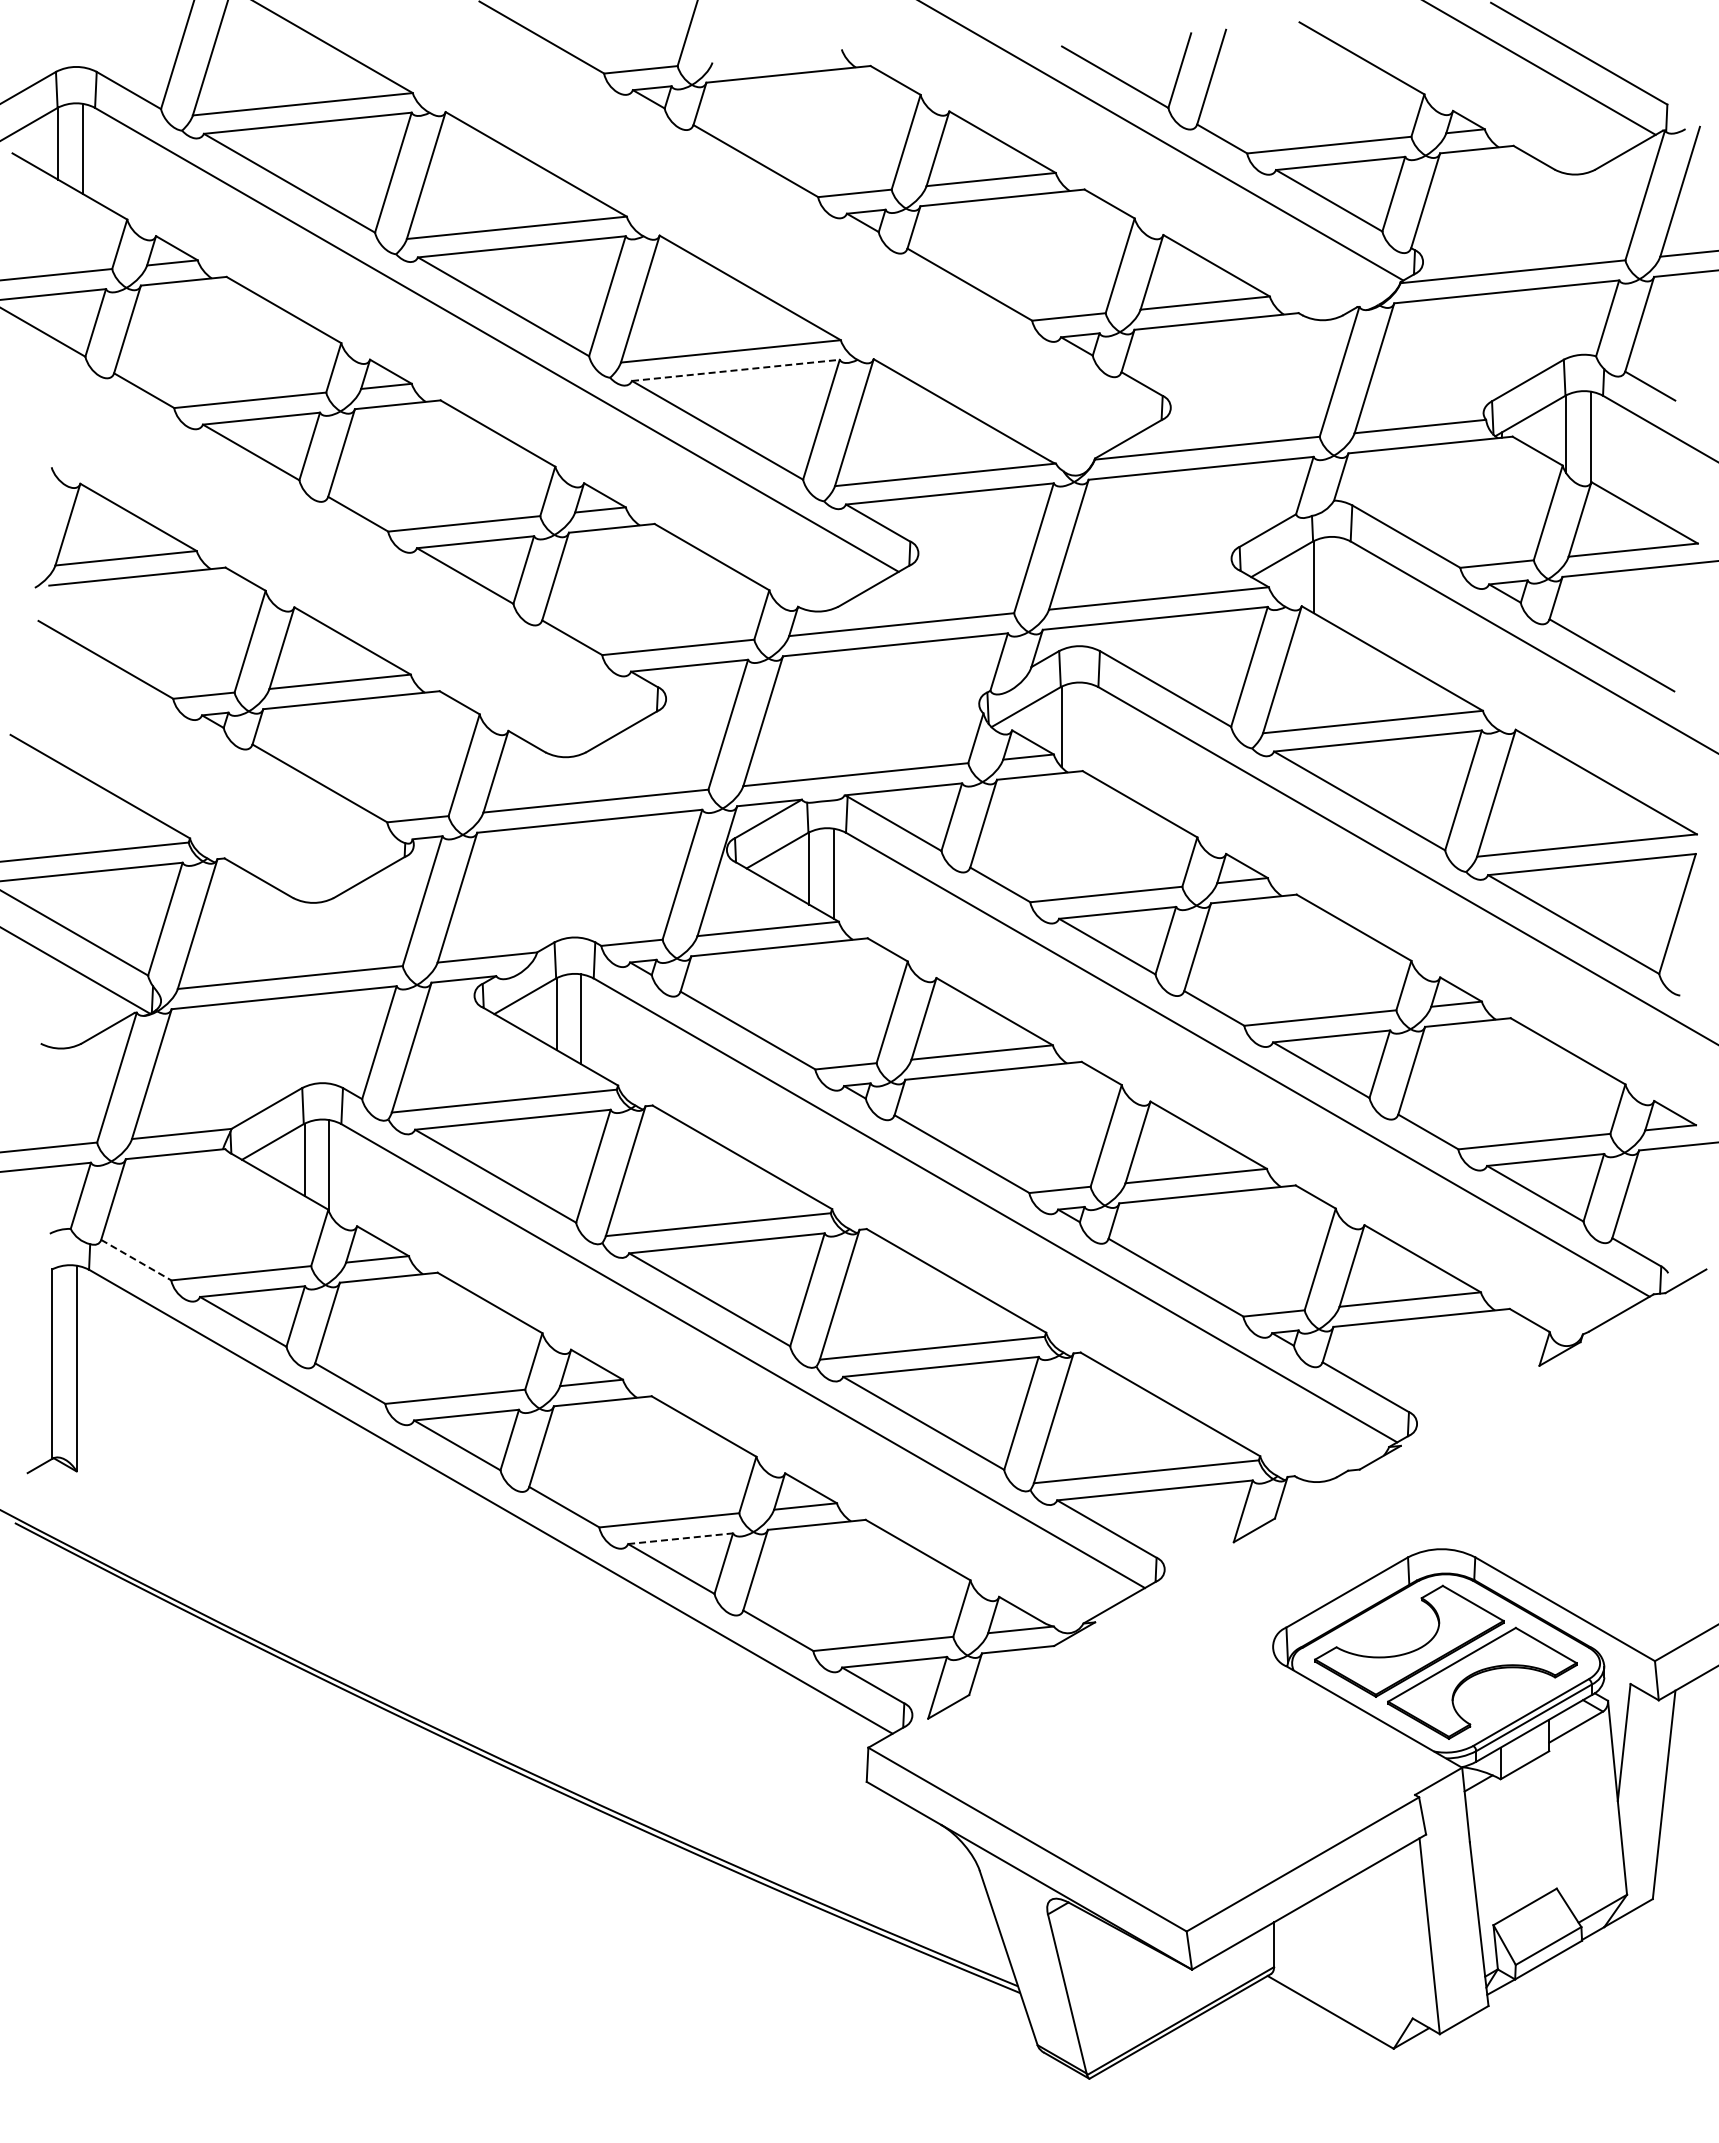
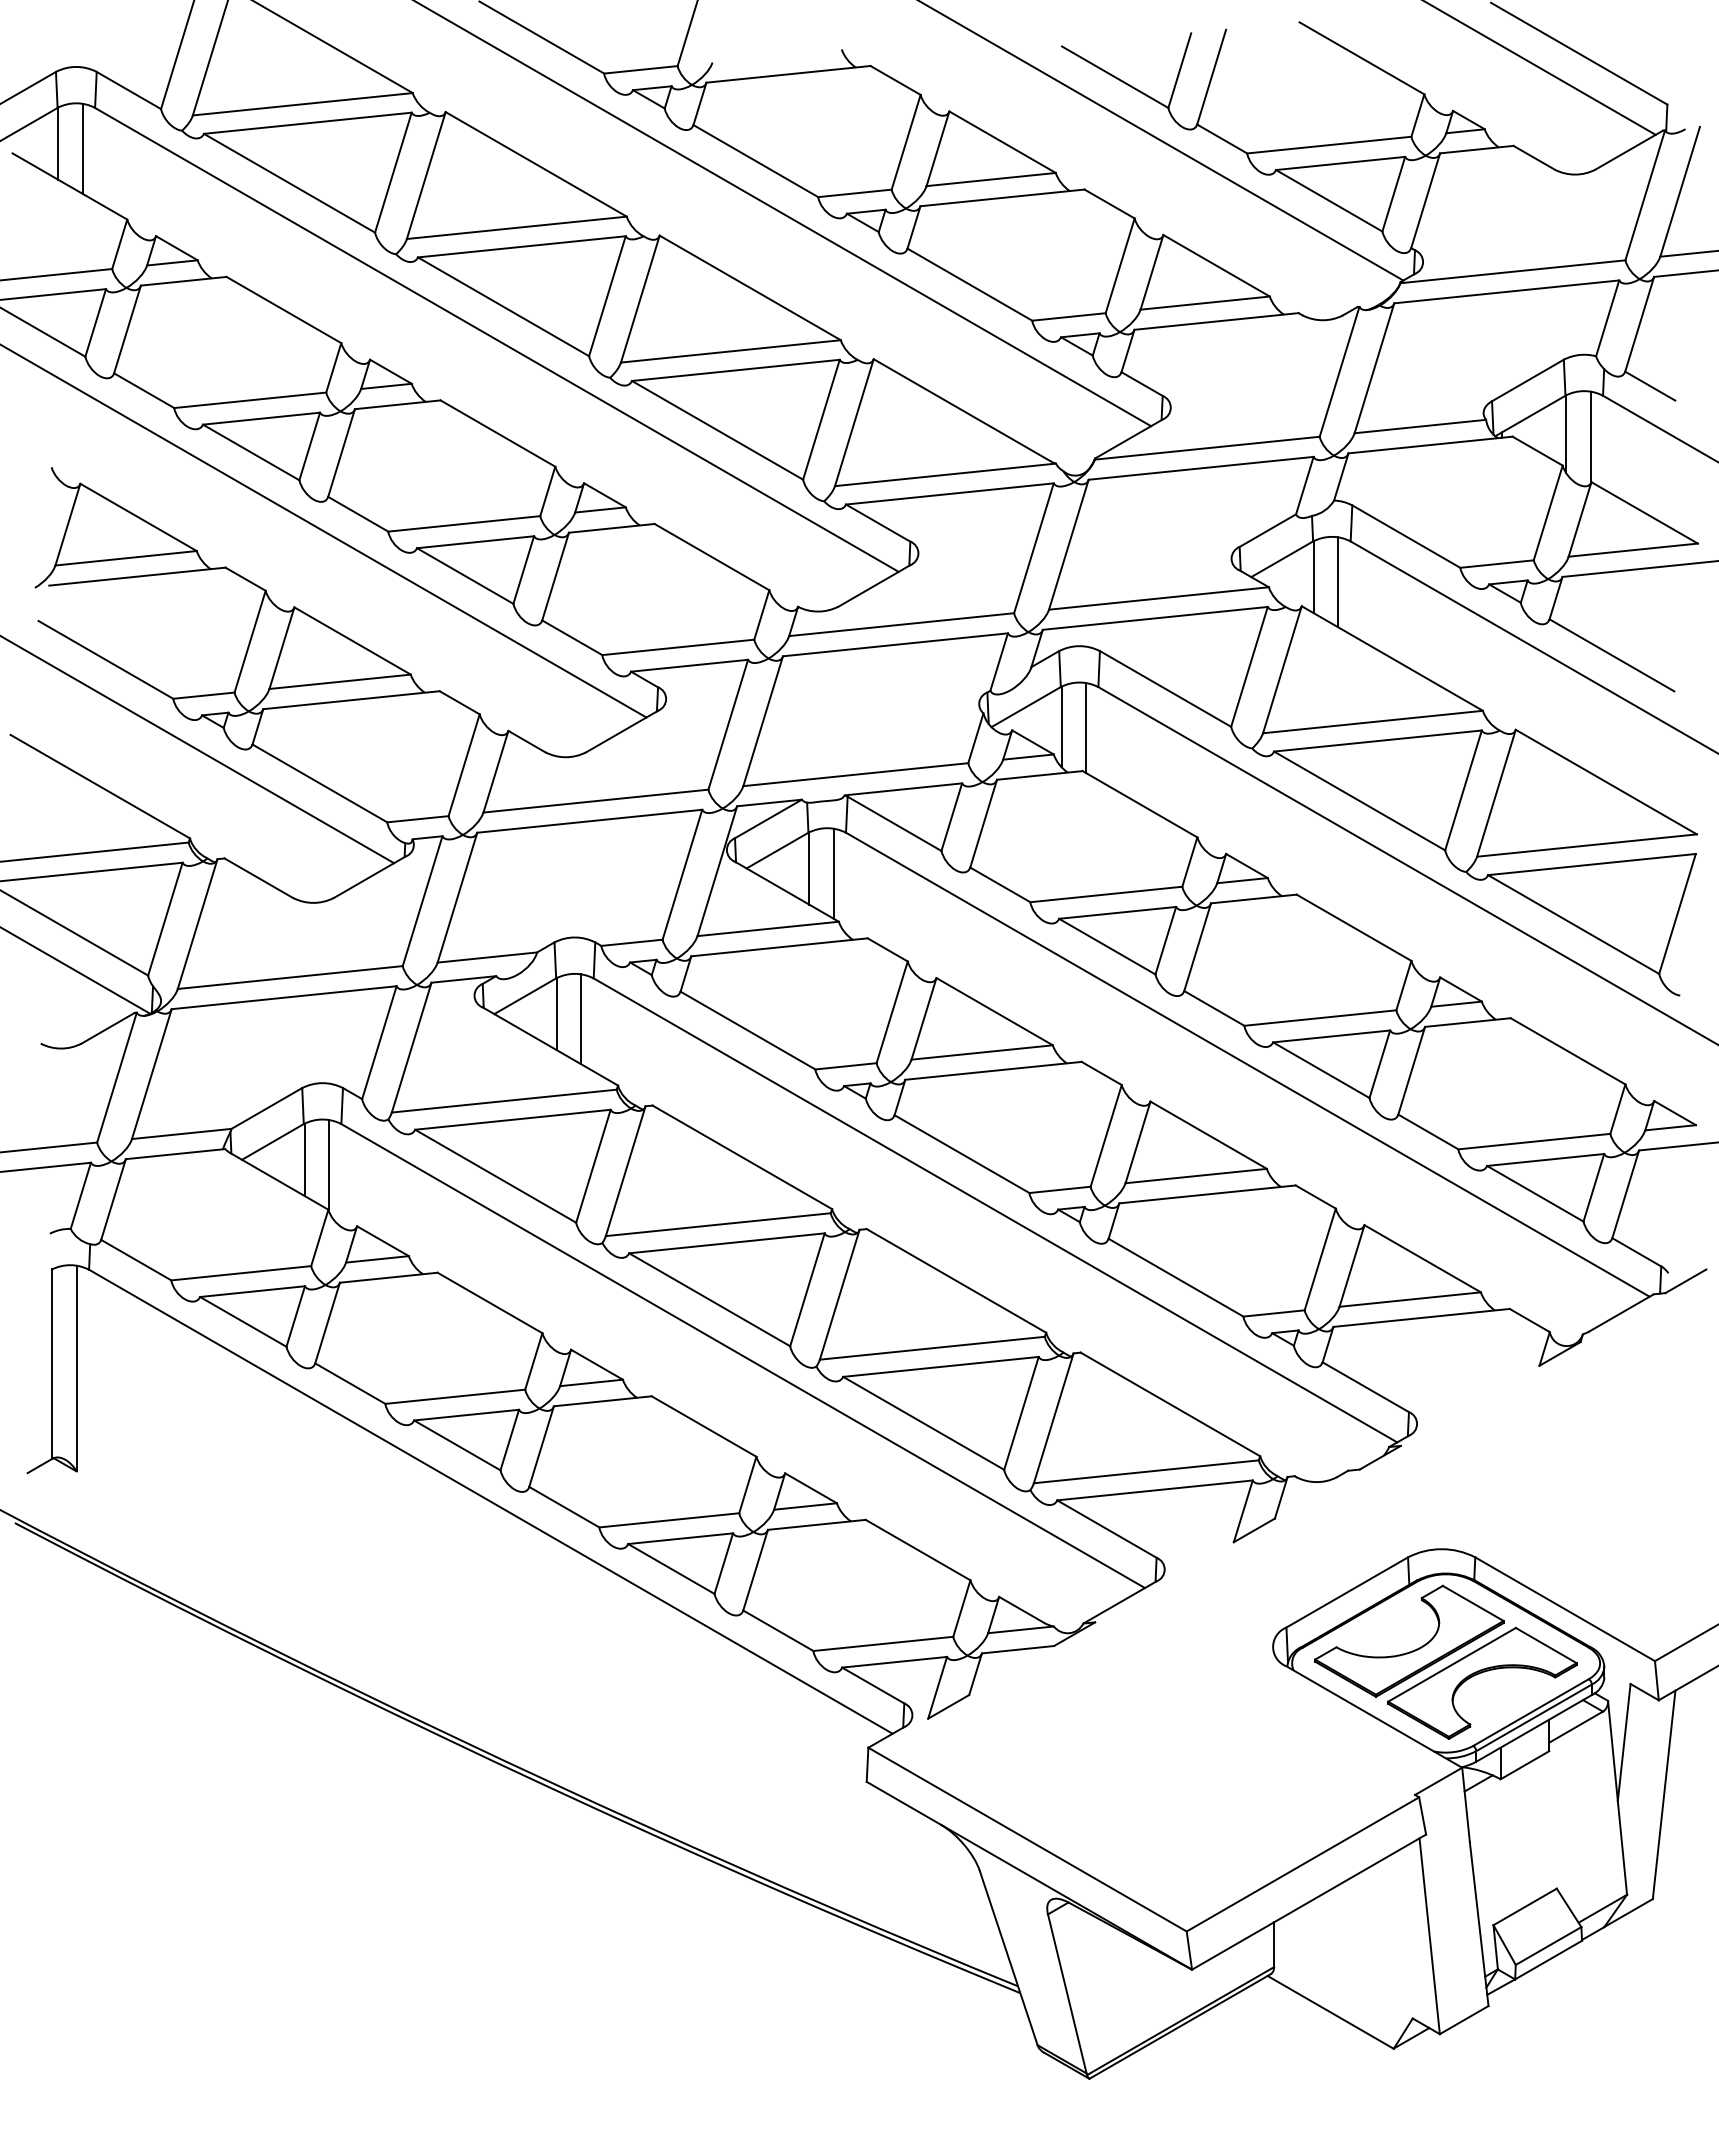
line at (783, 214): none -> present
line at (736, 370): dashed -> solid
line at (324, 531): none -> present
line at (1338, 582): none -> present
line at (1086, 728): none -> present
line at (198, 750): none -> present
line at (136, 1260): dashed -> solid
line at (680, 1538): dashed -> solid
